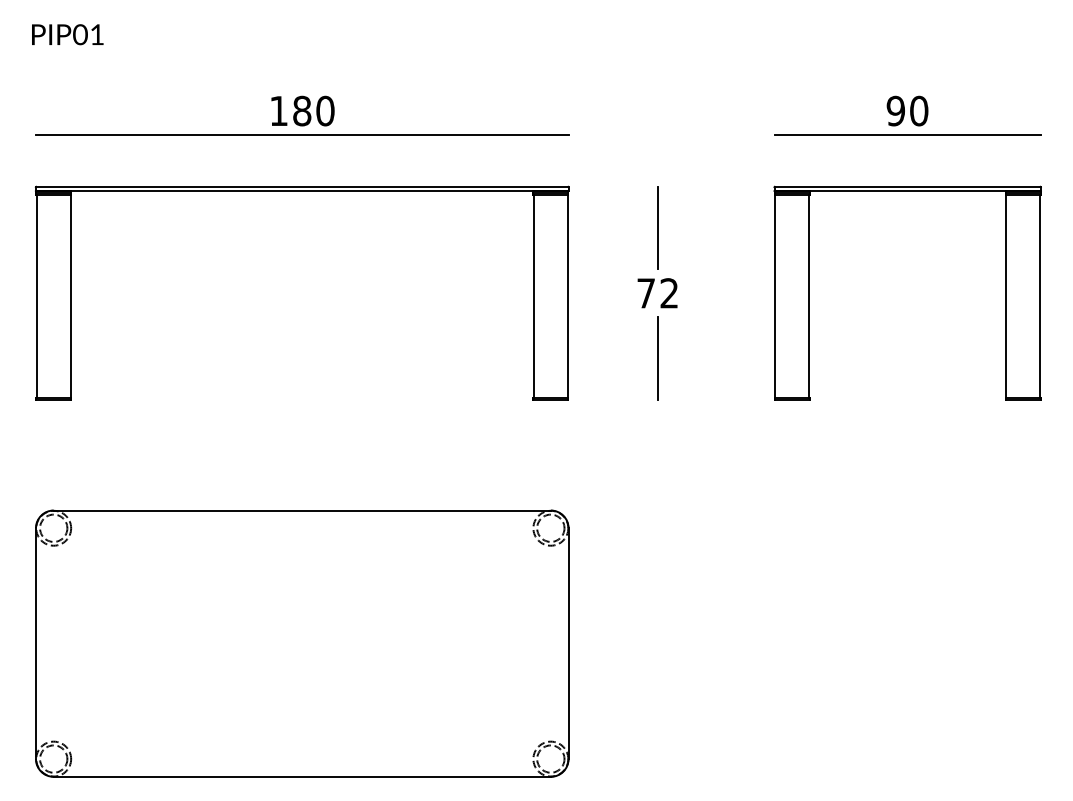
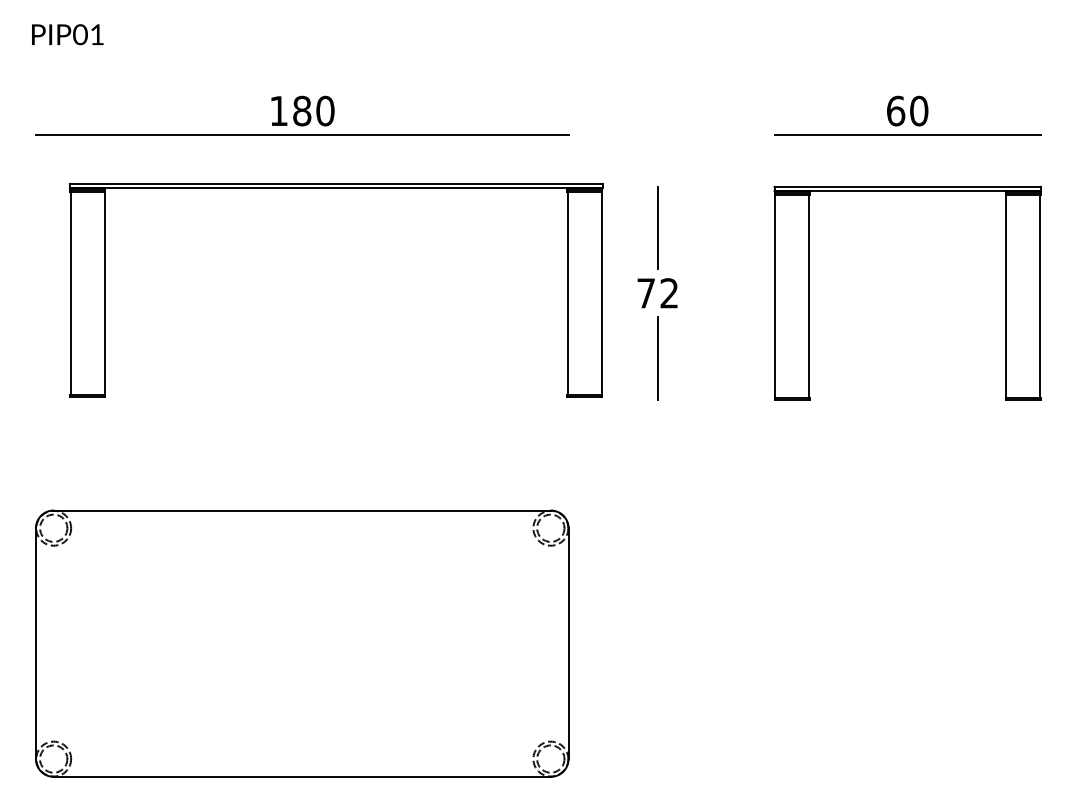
text at (895, 110): 90 -> 60
part at (301, 191) position: (301, 191) -> (335, 188)
